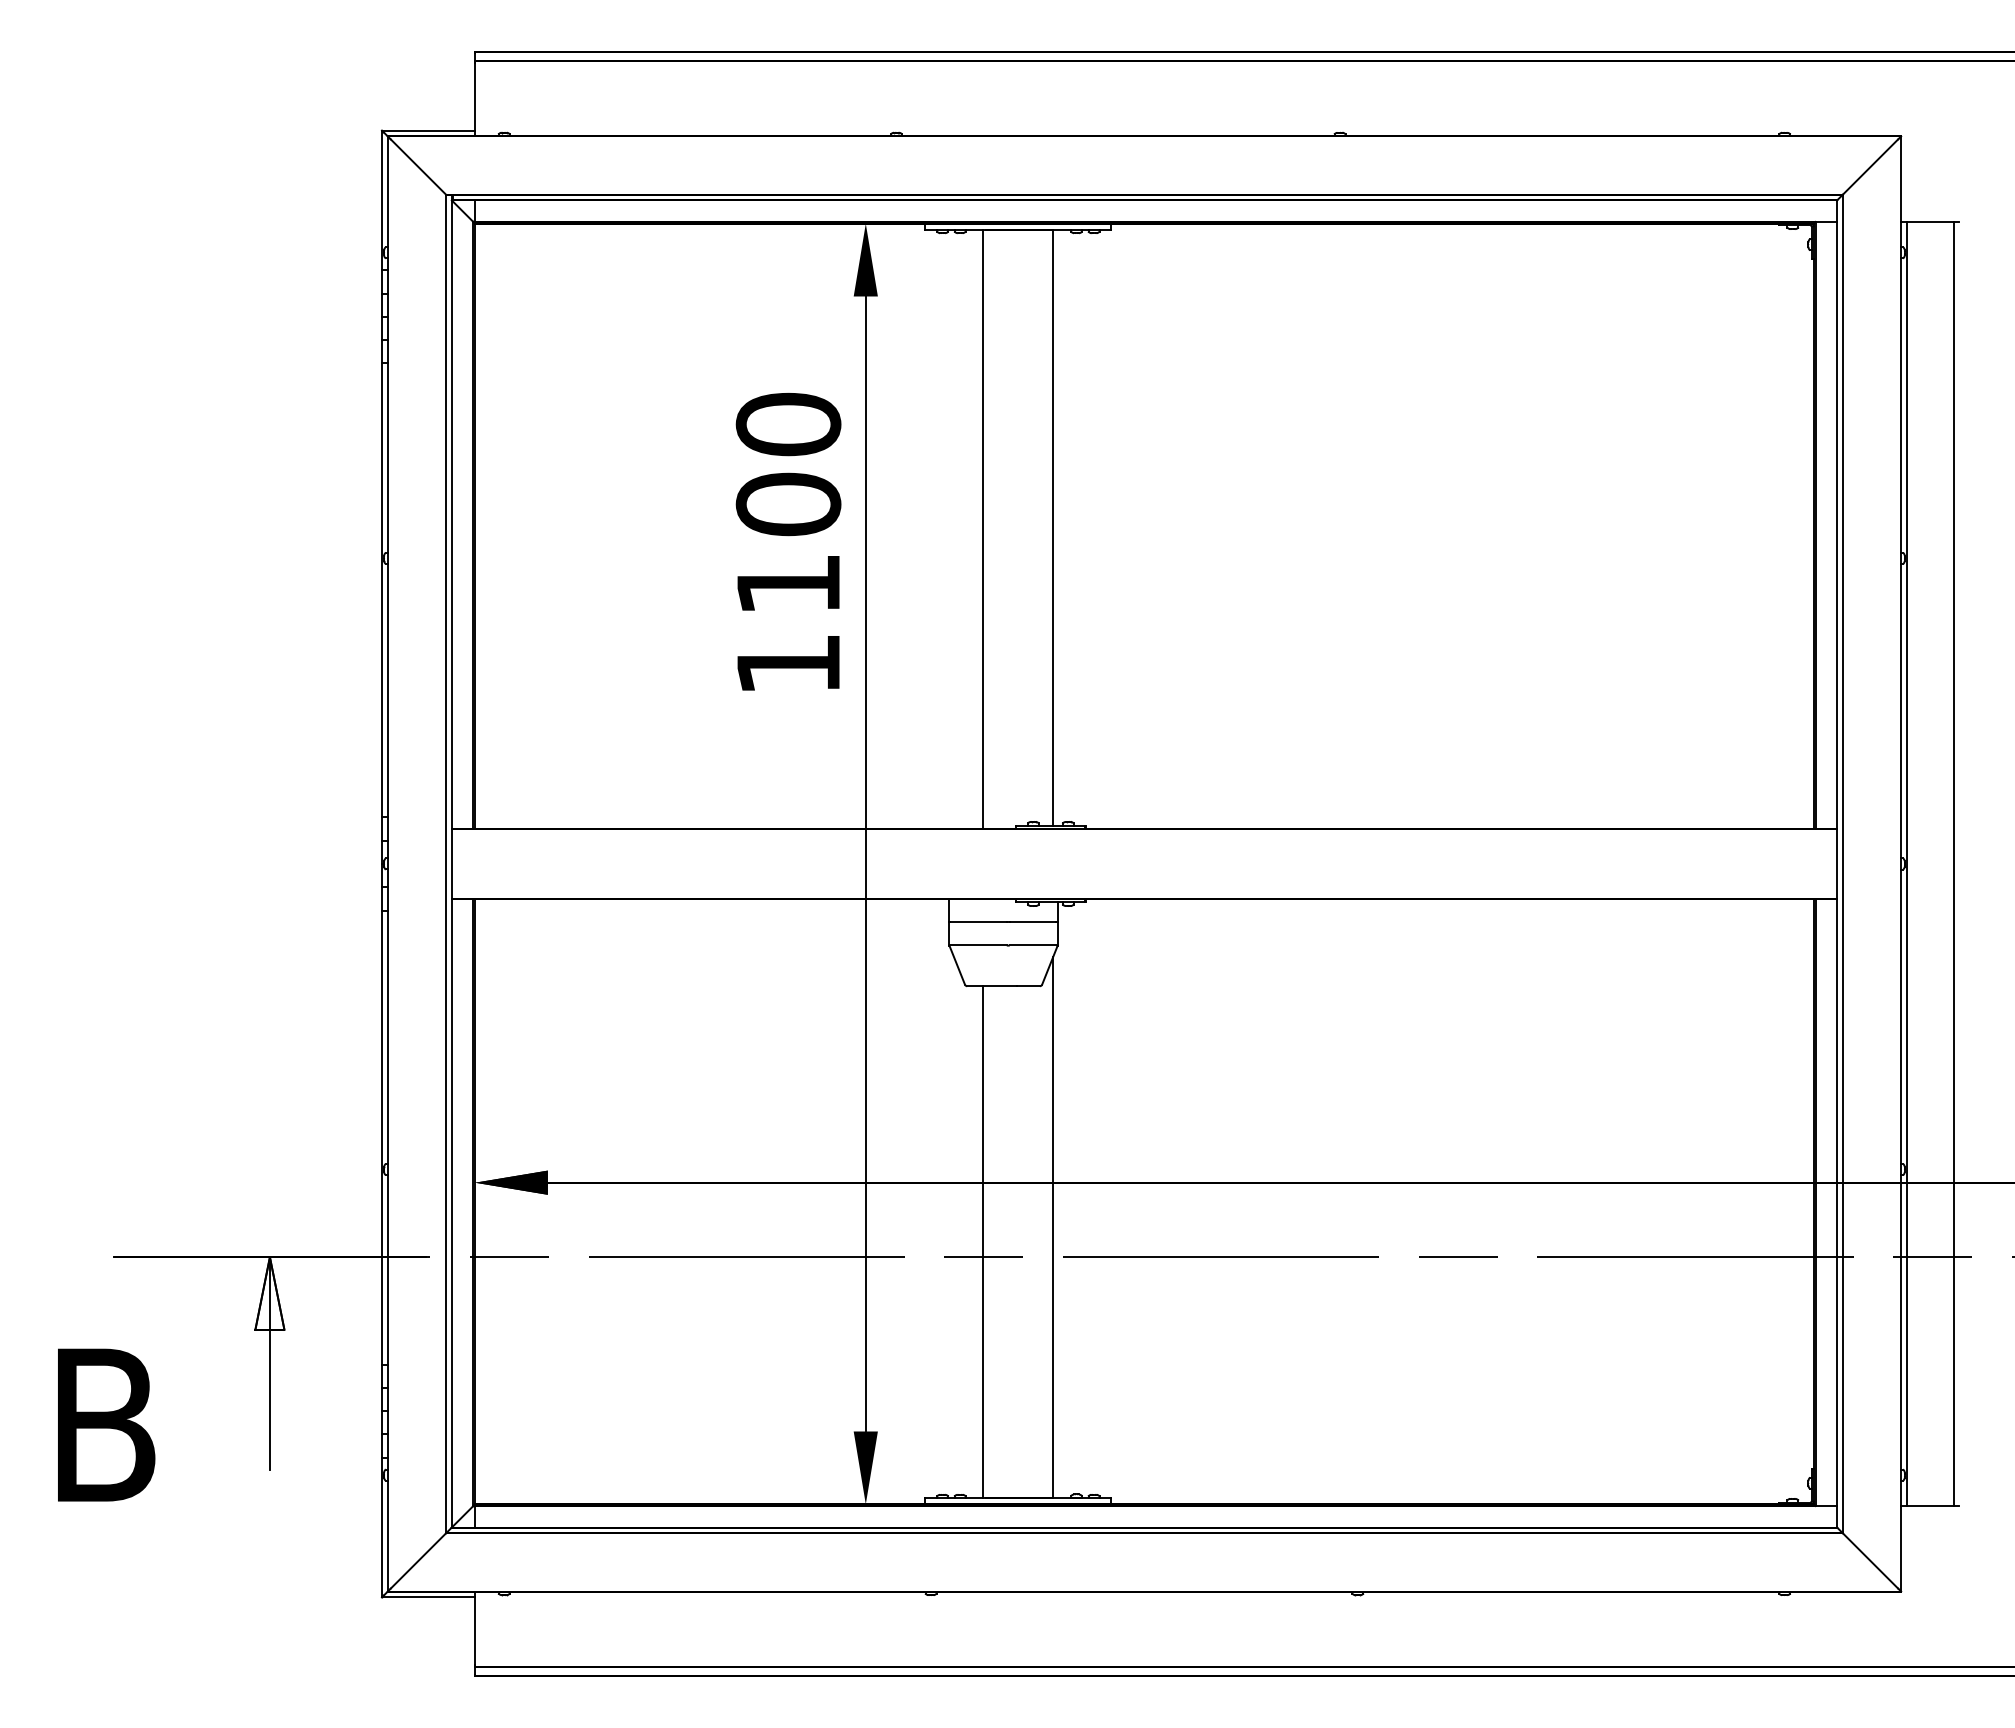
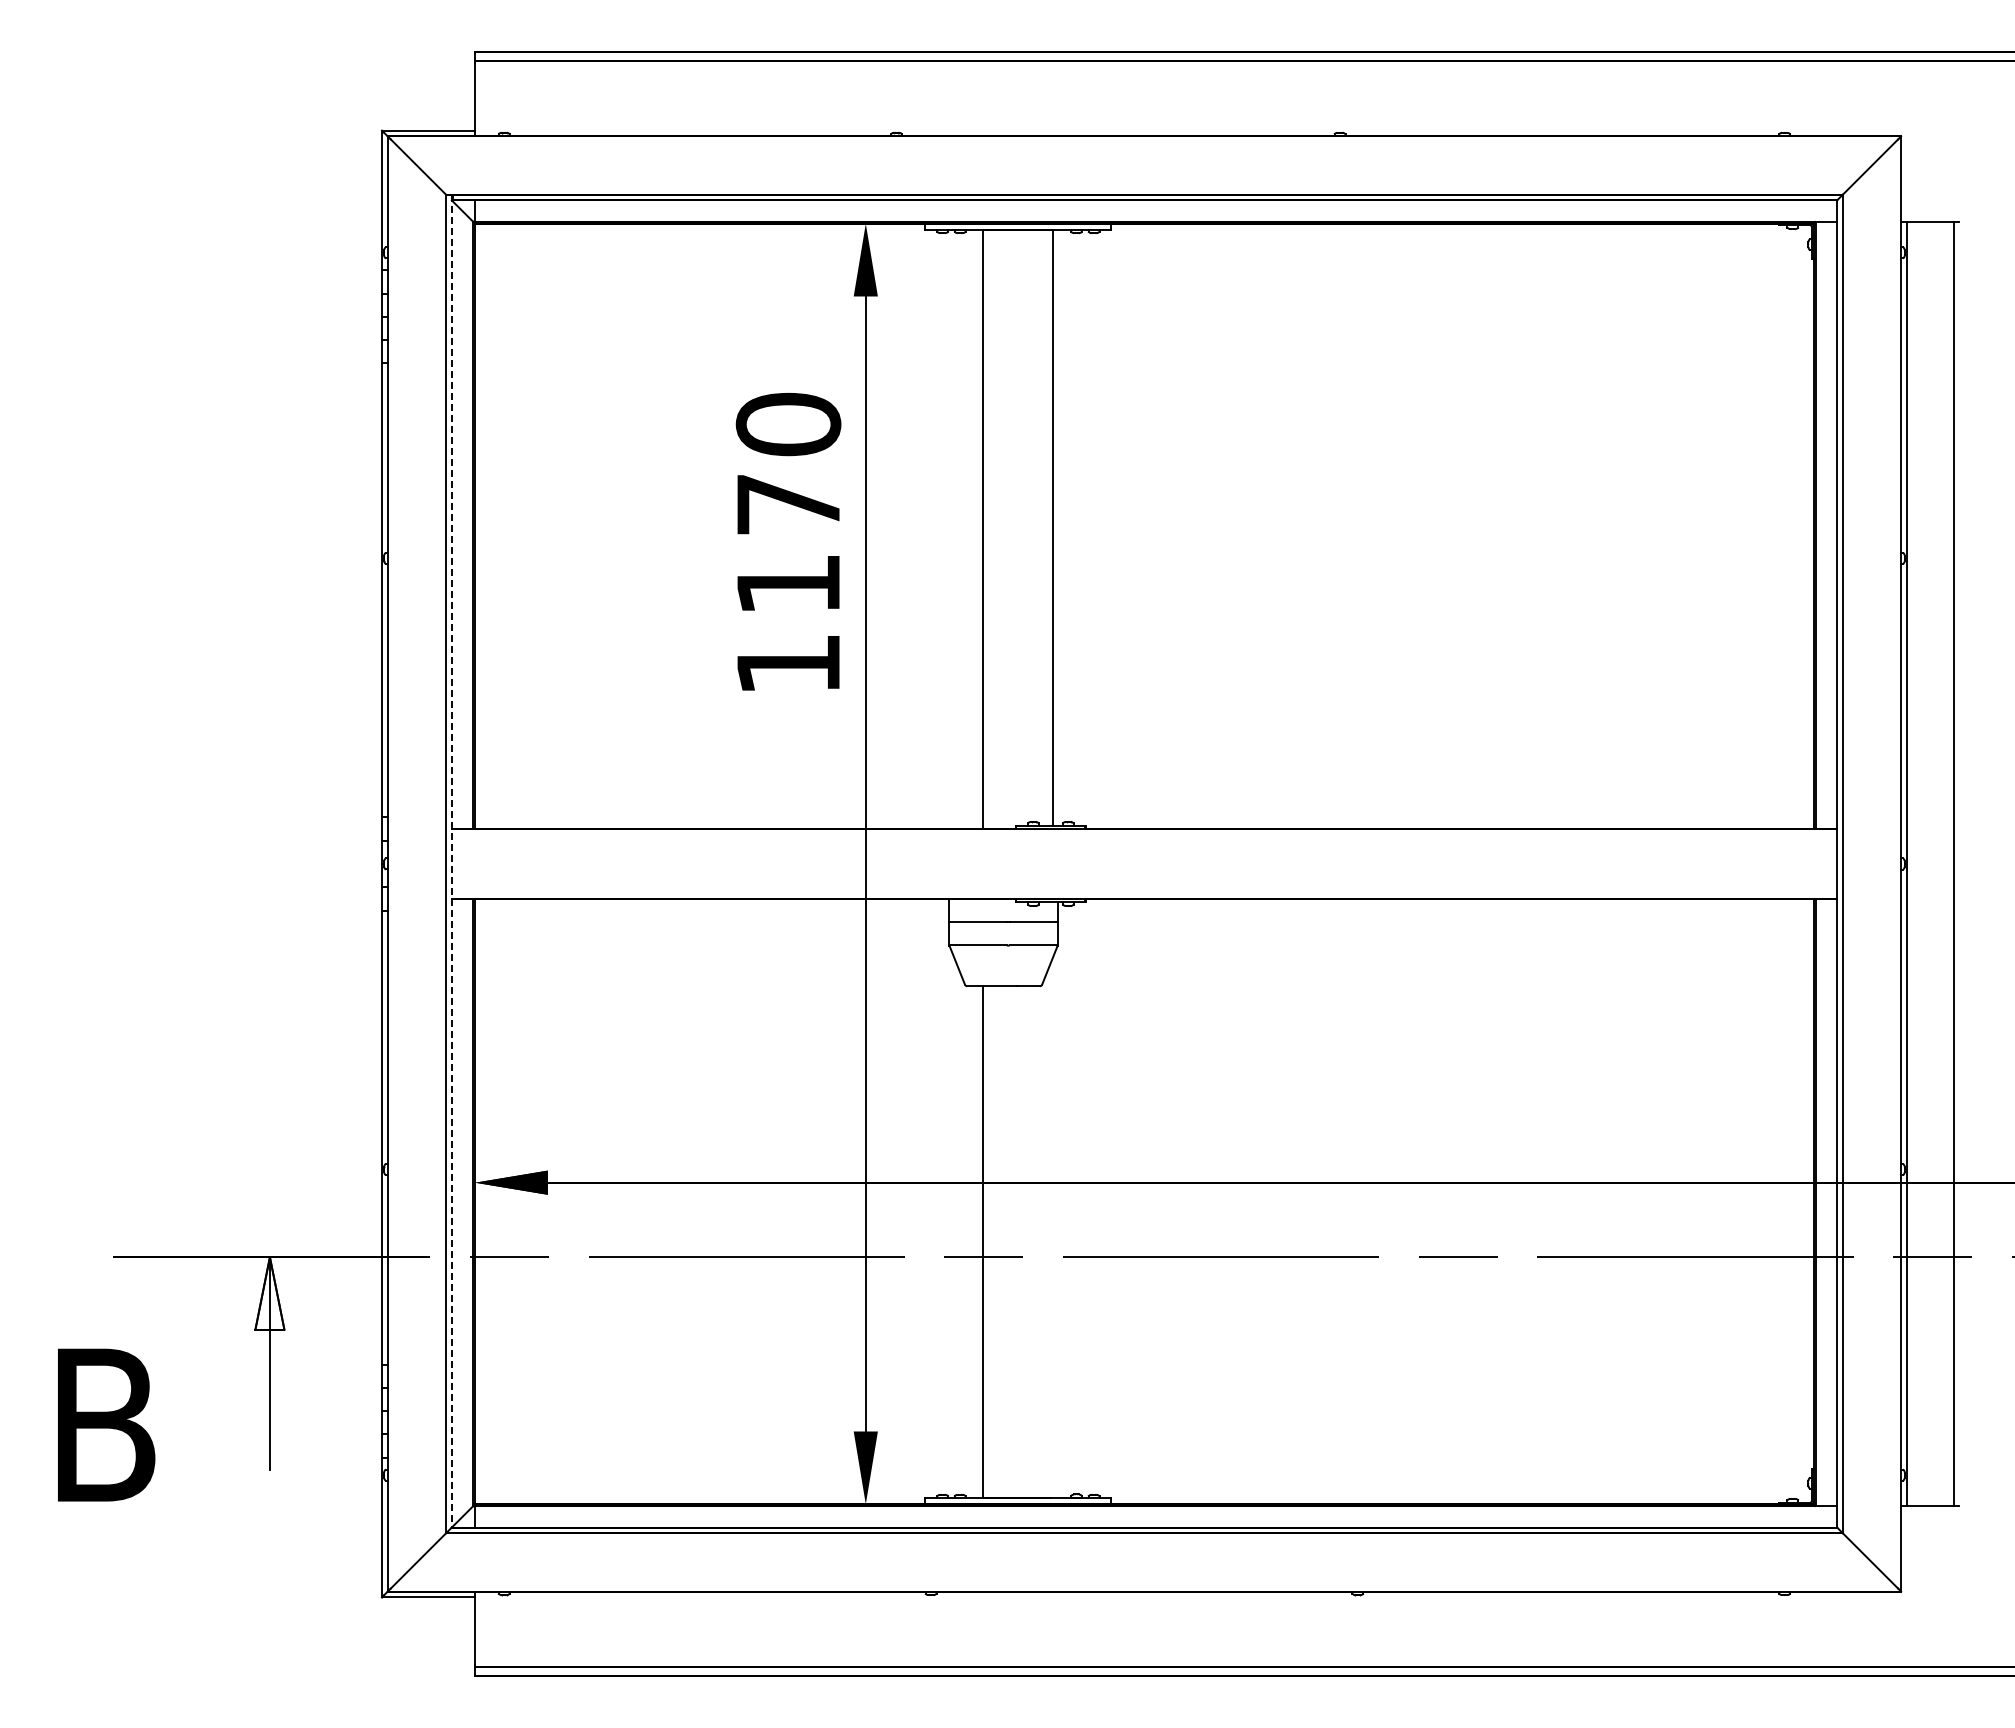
text at (788, 504): 1100 -> 1170
line at (451, 861): solid -> dashed
line at (1053, 1227): present -> none
